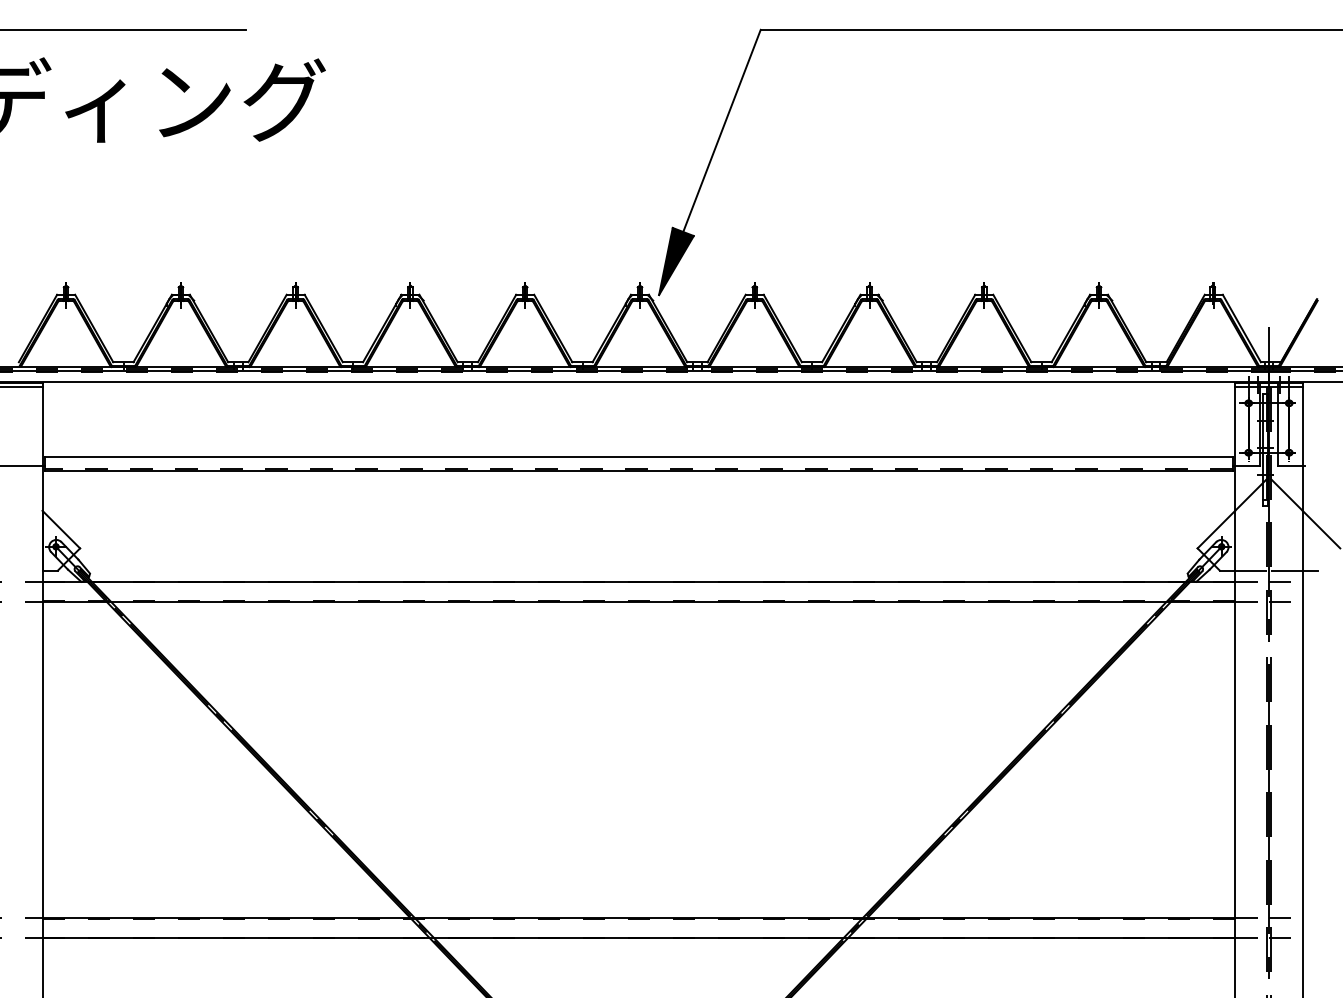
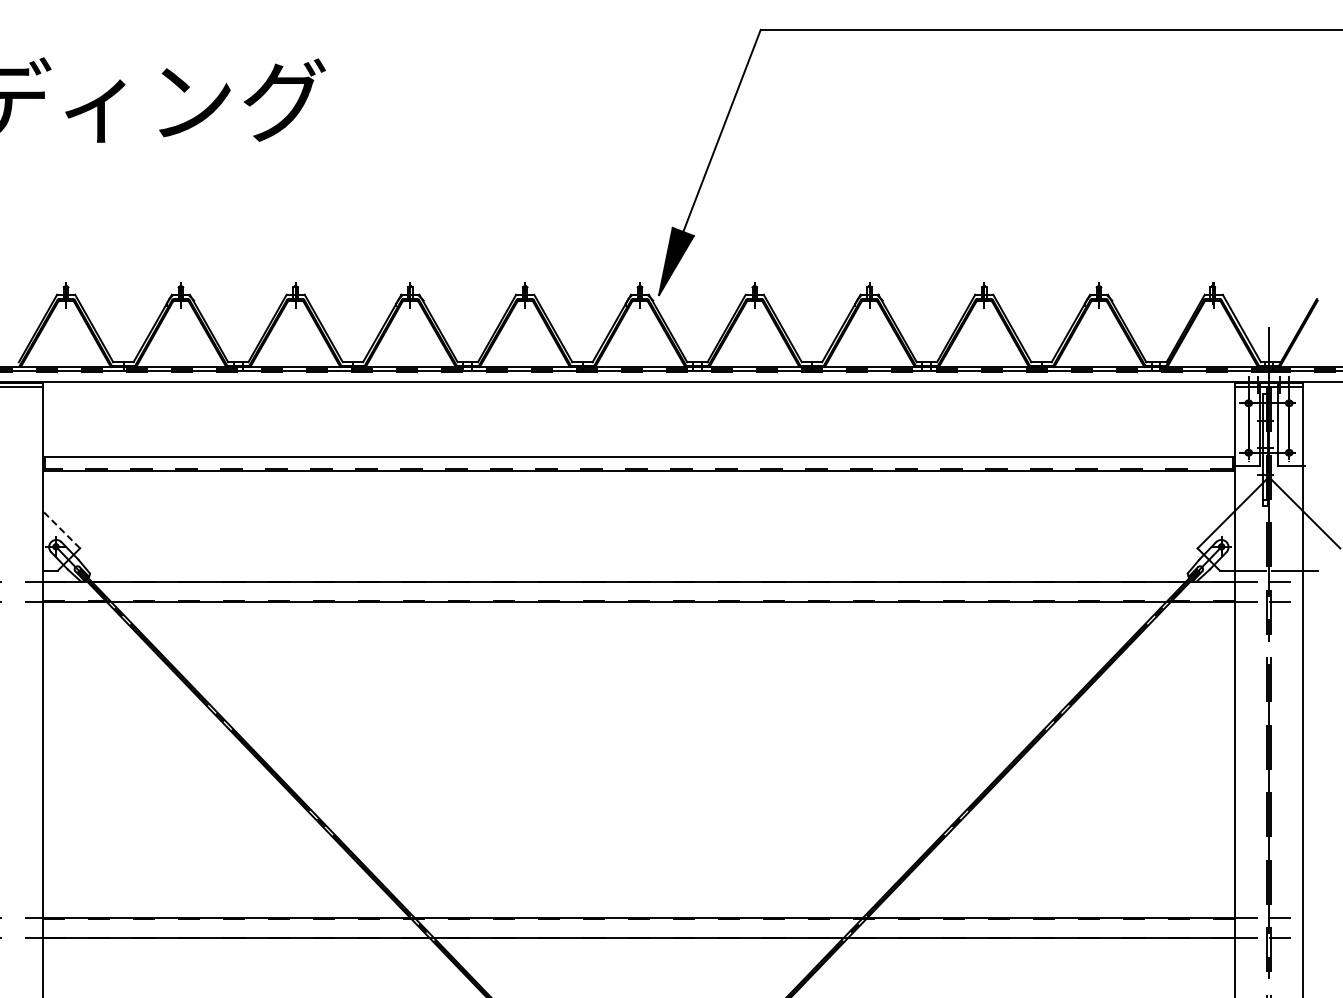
line at (123, 29): present -> none
line at (23, 466): present -> none
line at (61, 529): solid -> dashed
